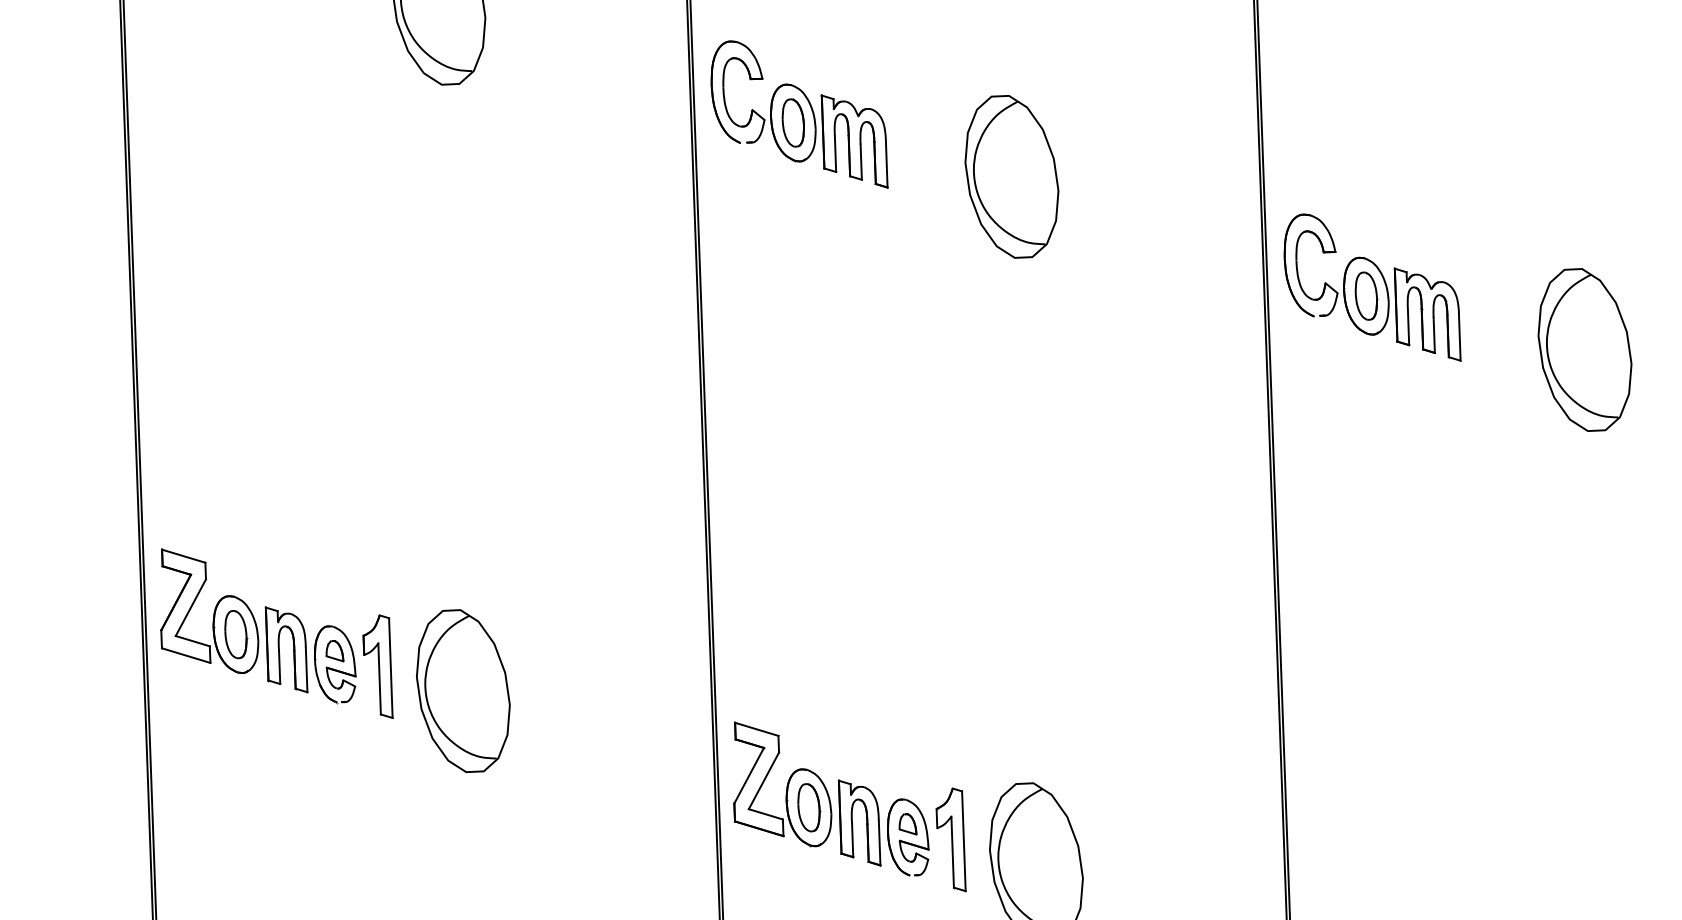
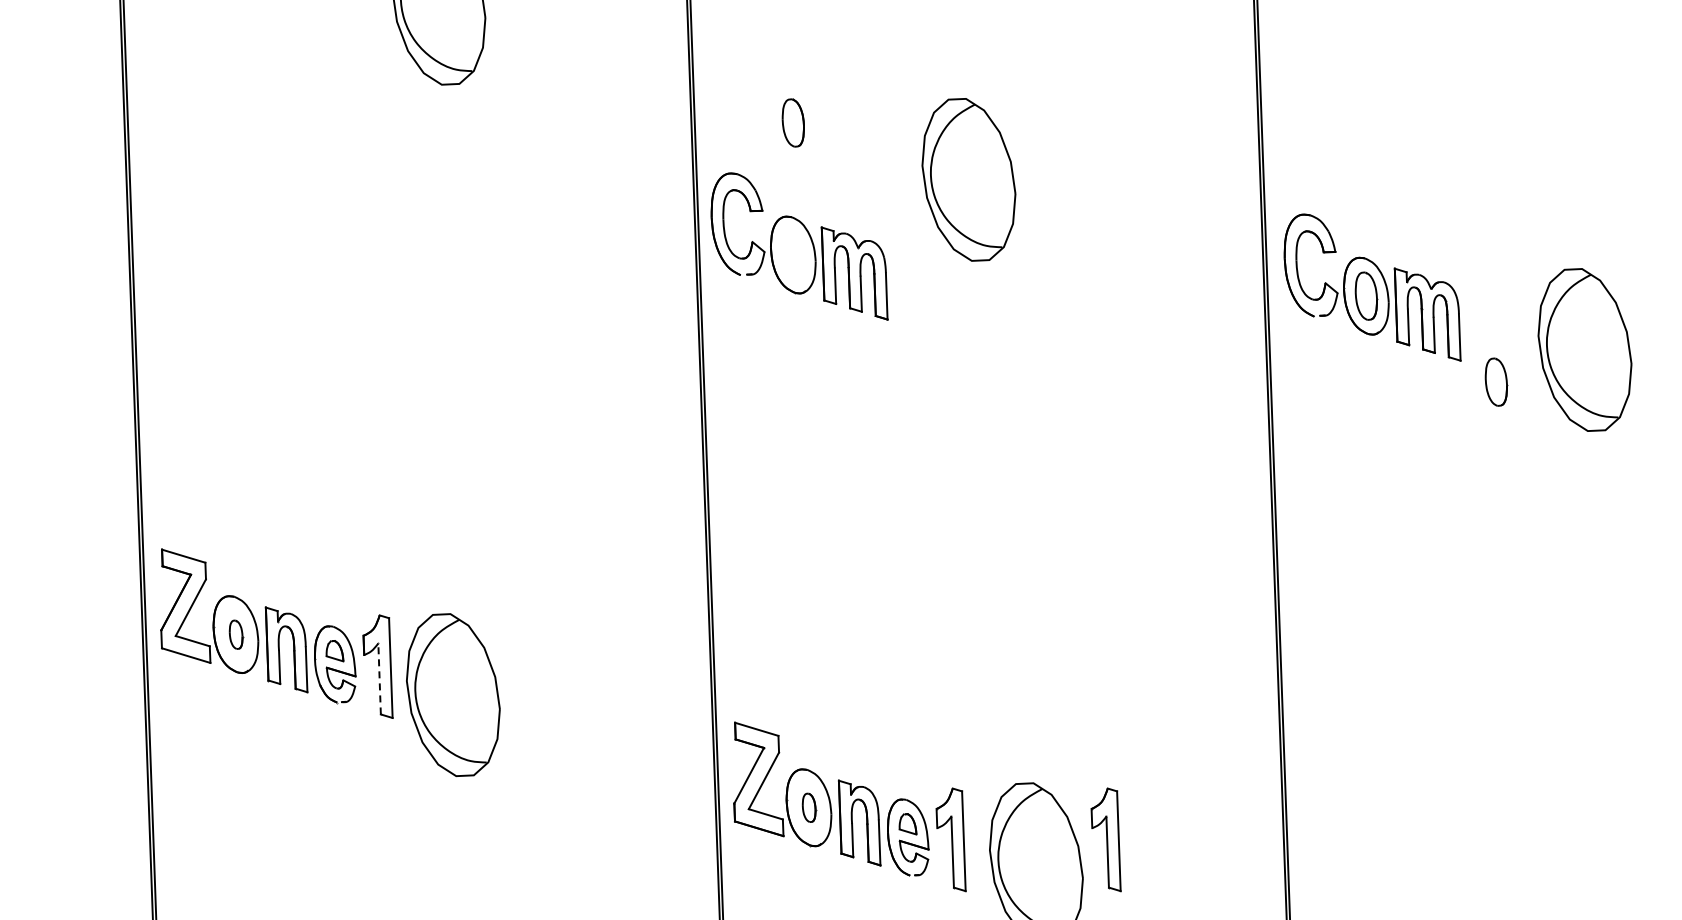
part at (799, 114) position: (799, 114) -> (799, 246)
part at (1011, 176) position: (1011, 176) -> (968, 179)
part at (1496, 381): none -> present
part at (236, 634) size: 25x50 px -> 17x31 px
line at (379, 678): solid -> dashed
part at (463, 690) position: (463, 690) -> (453, 694)
part at (809, 807) size: 25x50 px -> 17x31 px
part at (1105, 839): none -> present
